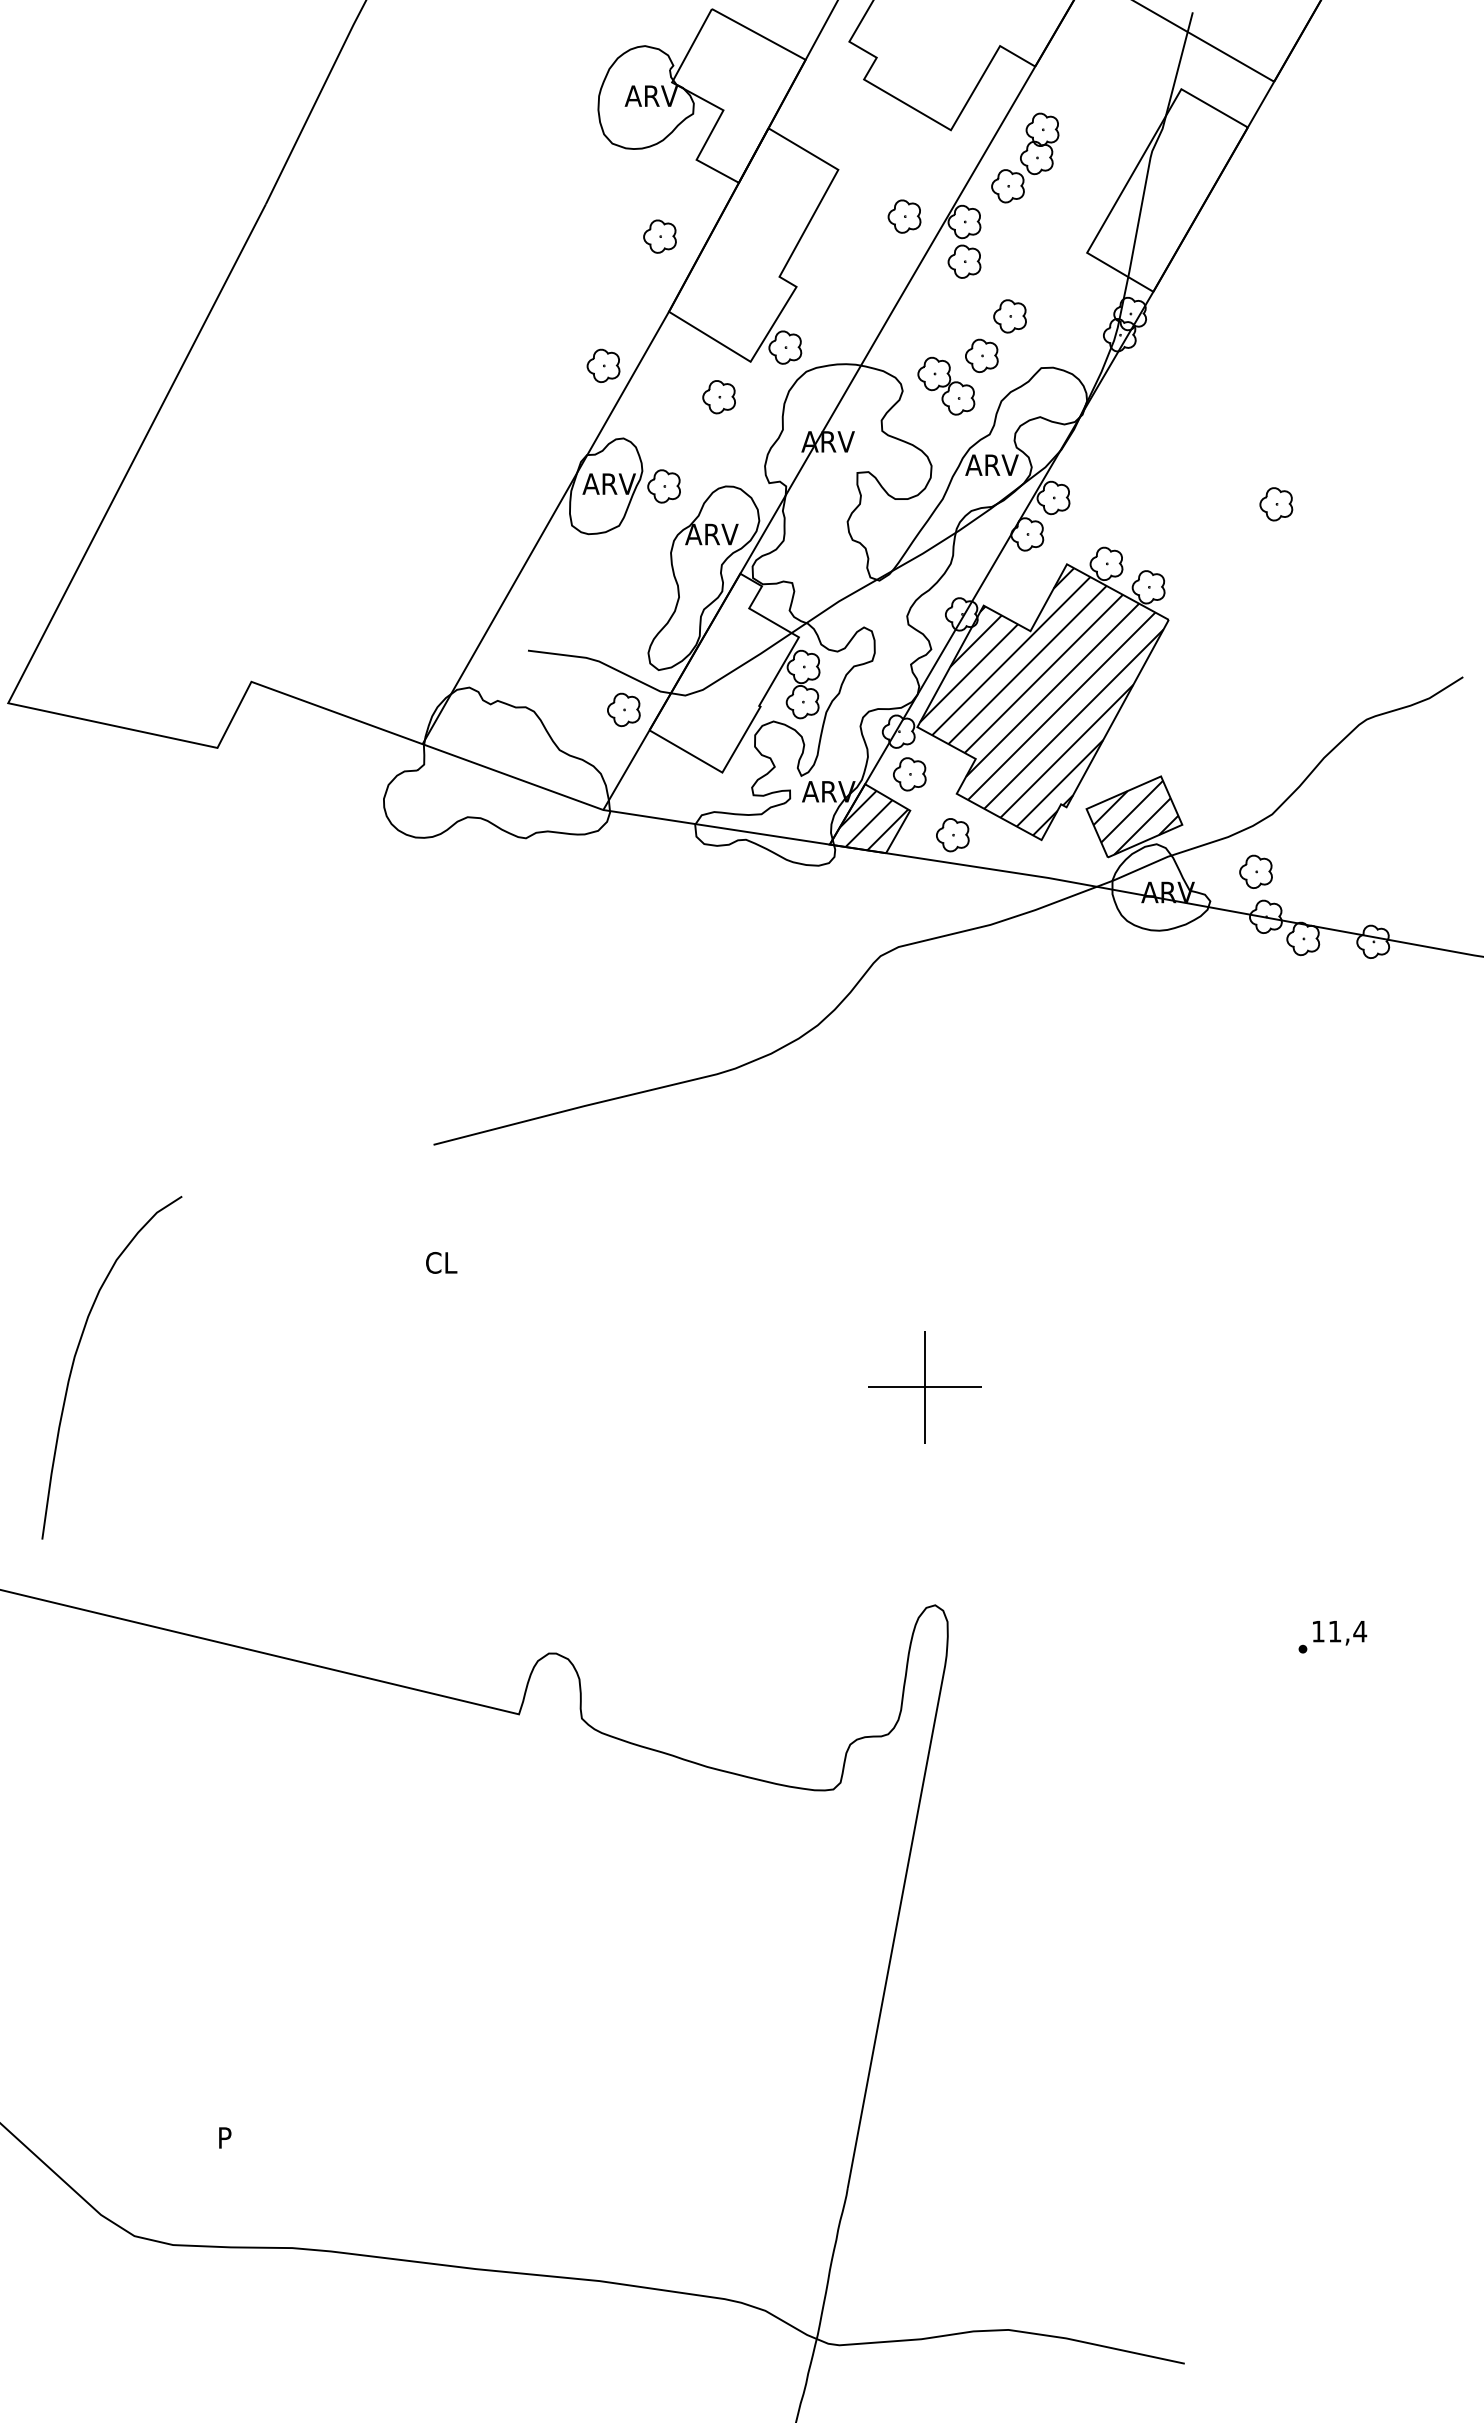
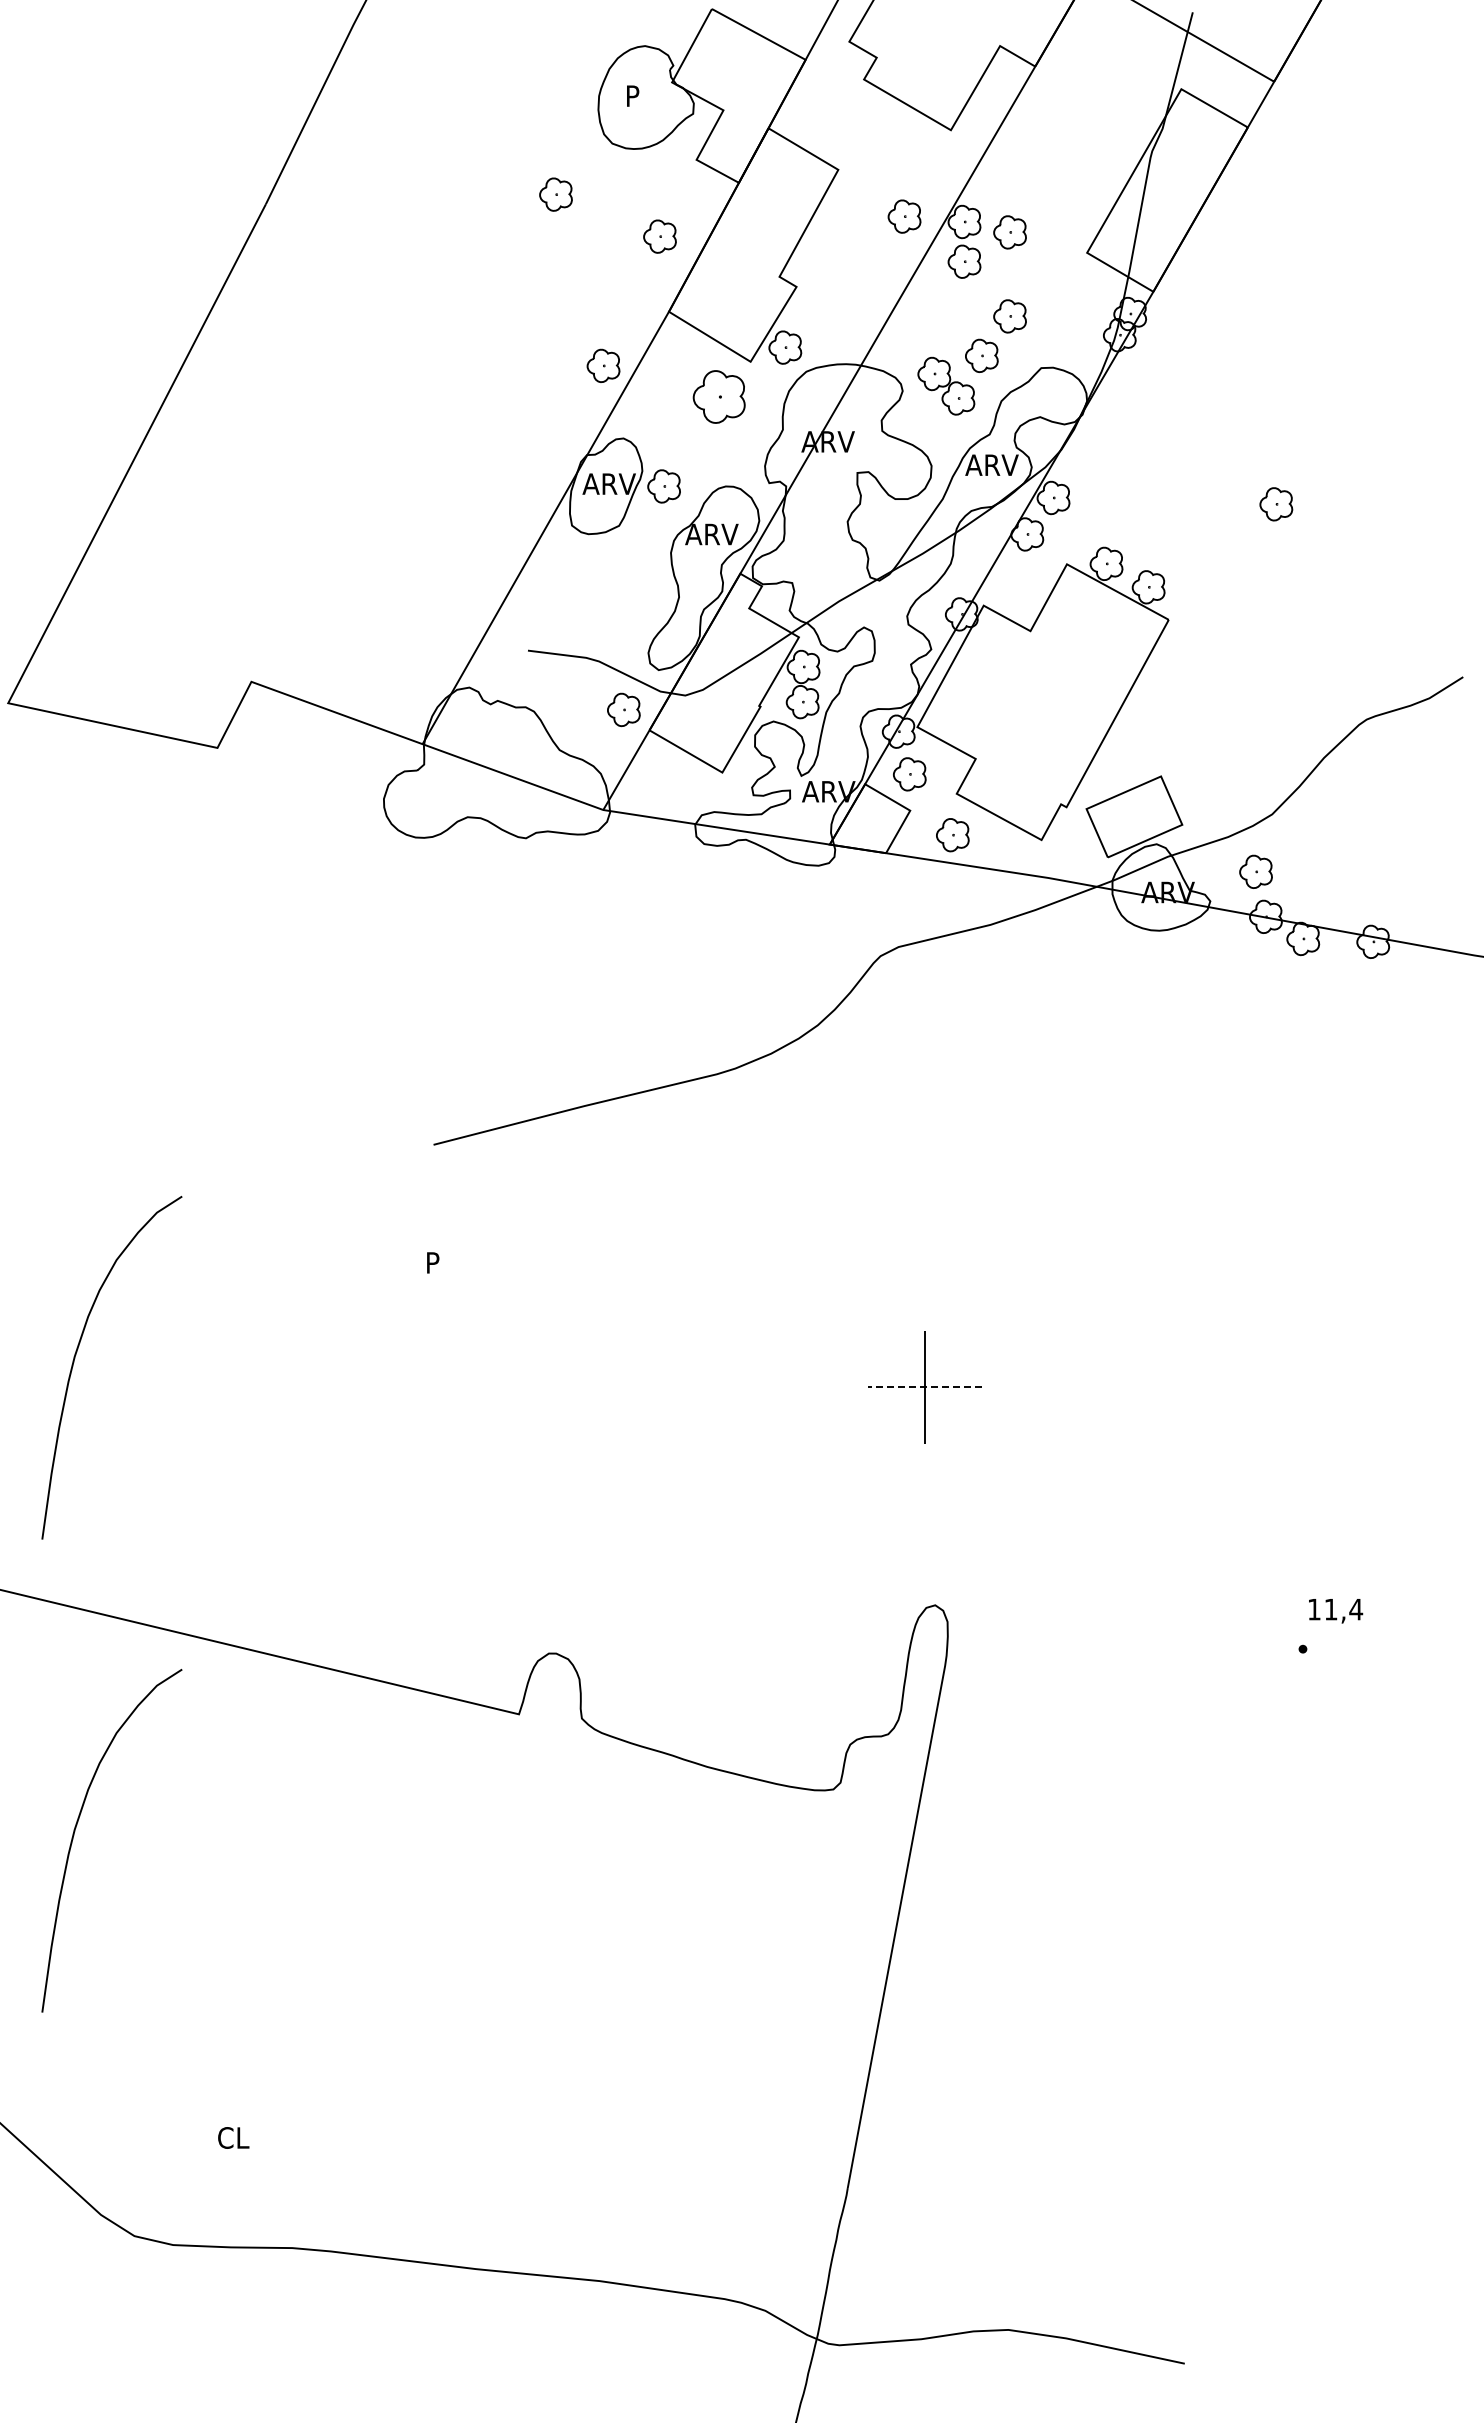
text at (650, 95): ARV -> P
part at (1025, 157): present -> none
part at (555, 194): none -> present
part at (1009, 232): none -> present
part at (718, 397) size: 34x35 px -> 54x54 px
hatch at (1041, 701): present -> none
hatch at (1135, 817): present -> none
hatch at (873, 820): present -> none
text at (441, 1262): CL -> P
line at (925, 1387): solid -> dashed
text at (1340, 1633) position: (1340, 1633) -> (1336, 1611)
curve at (76, 1828): none -> present
text at (233, 2137): P -> CL
